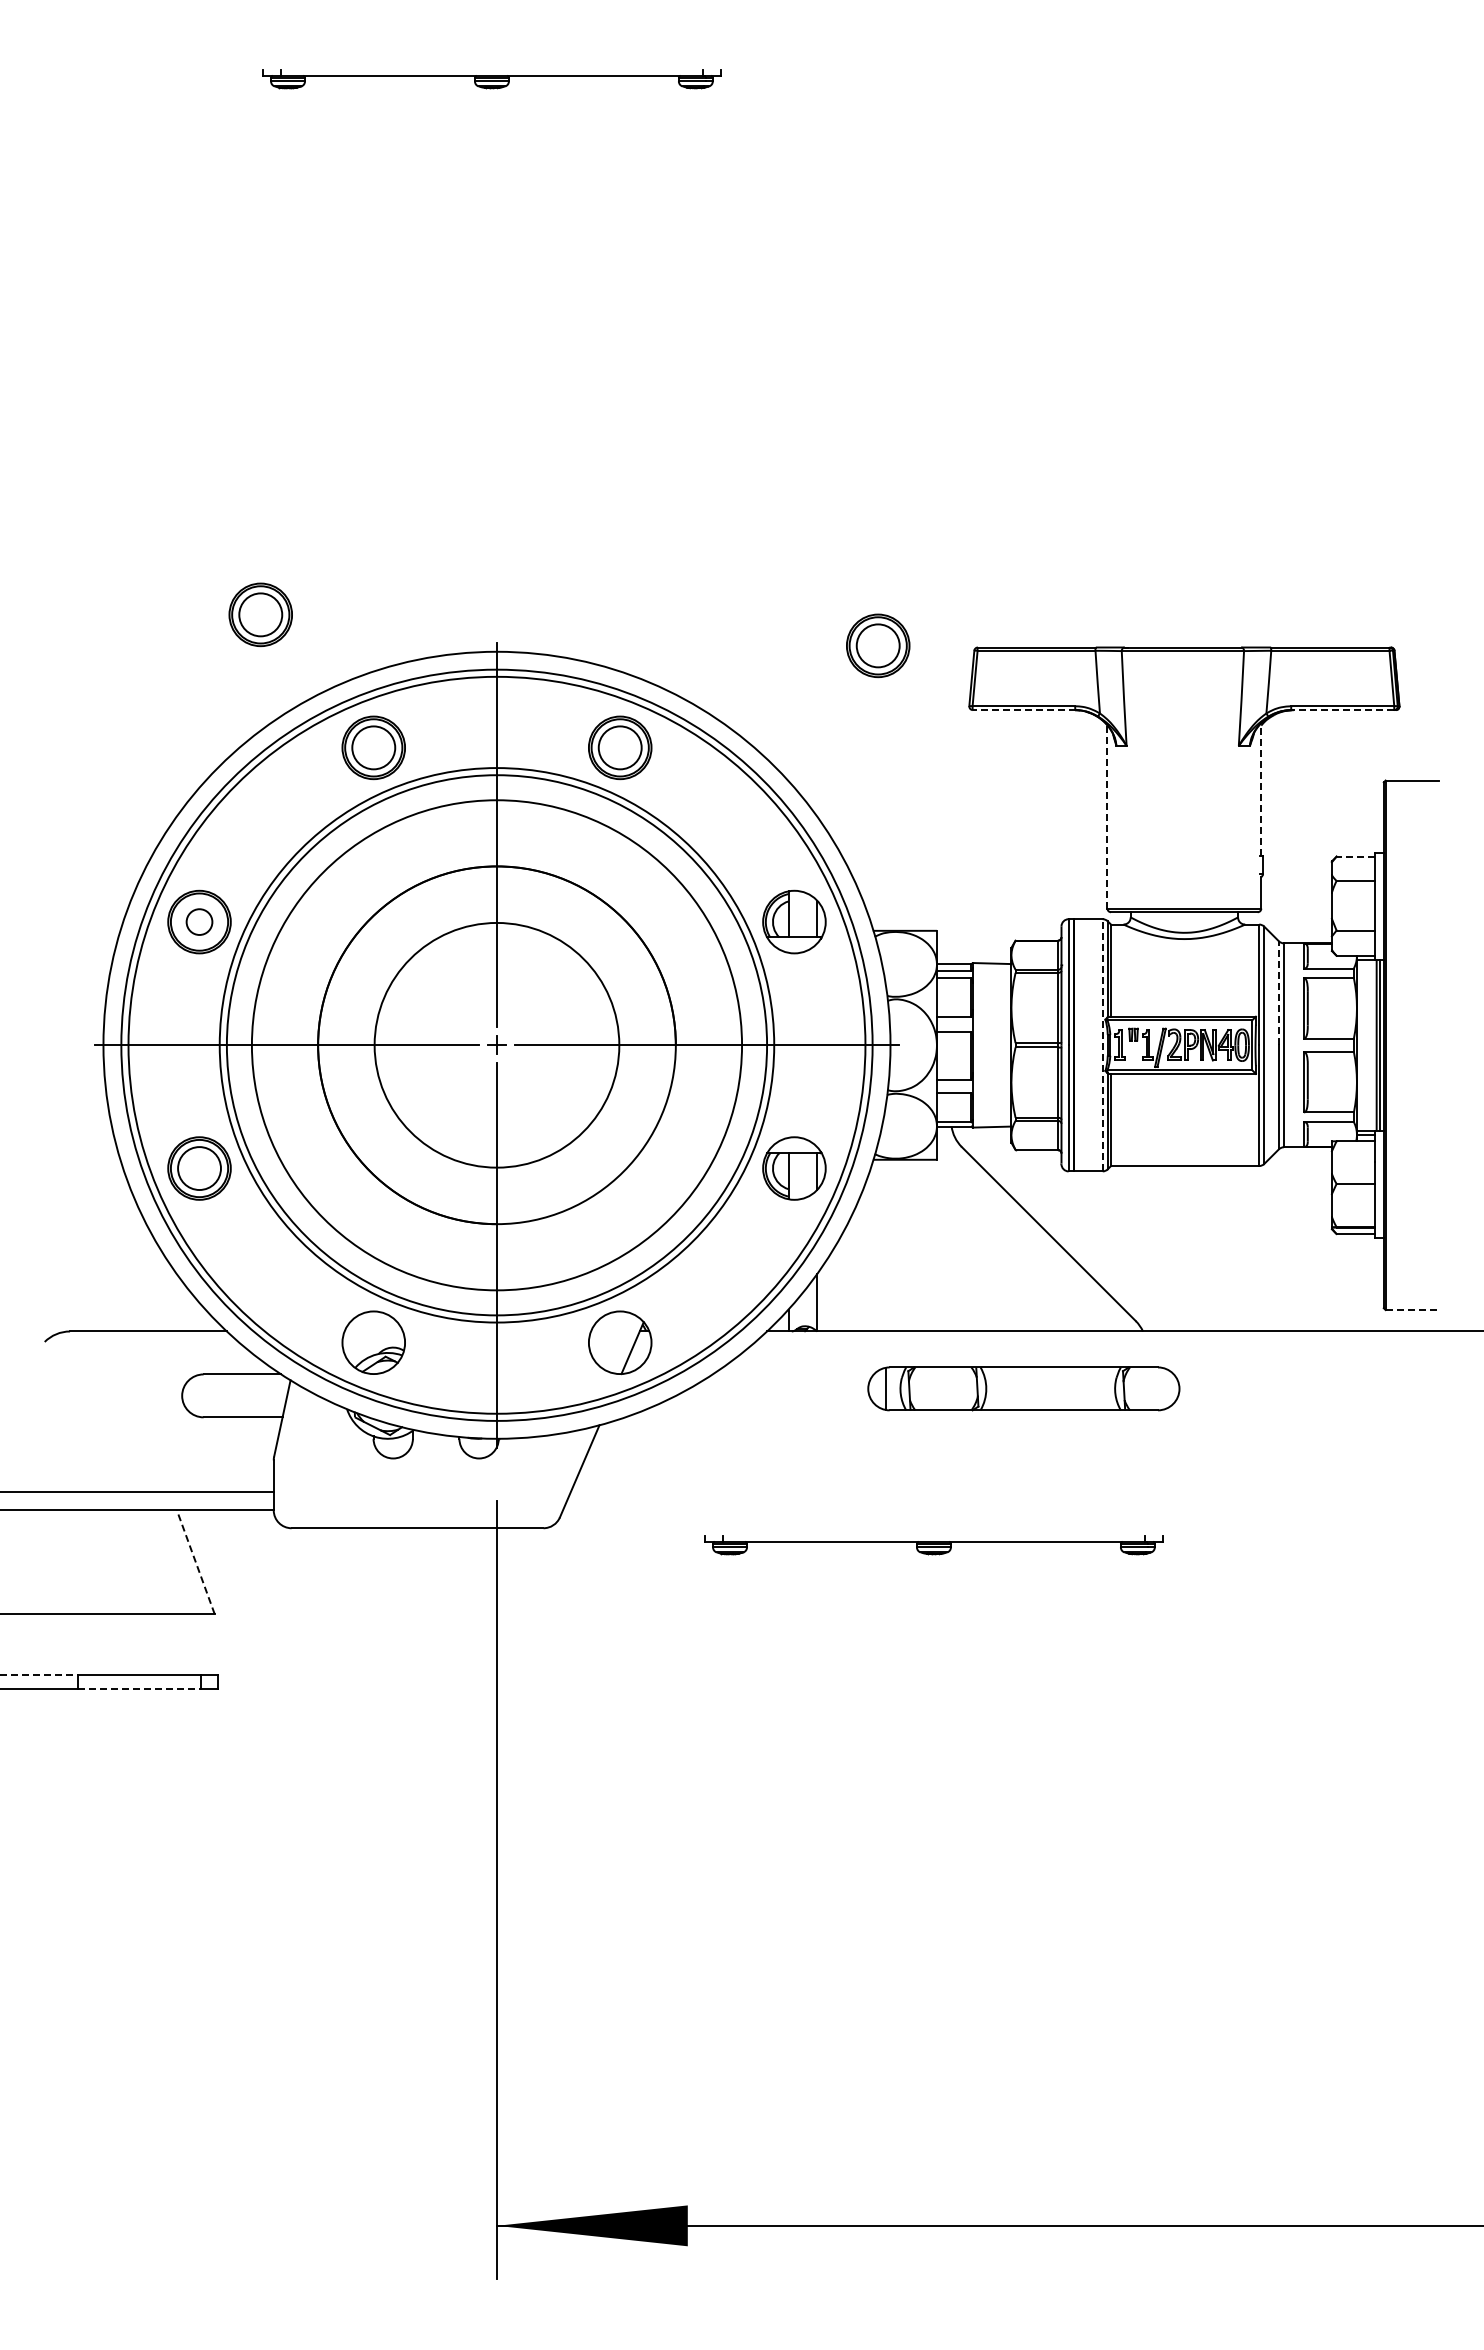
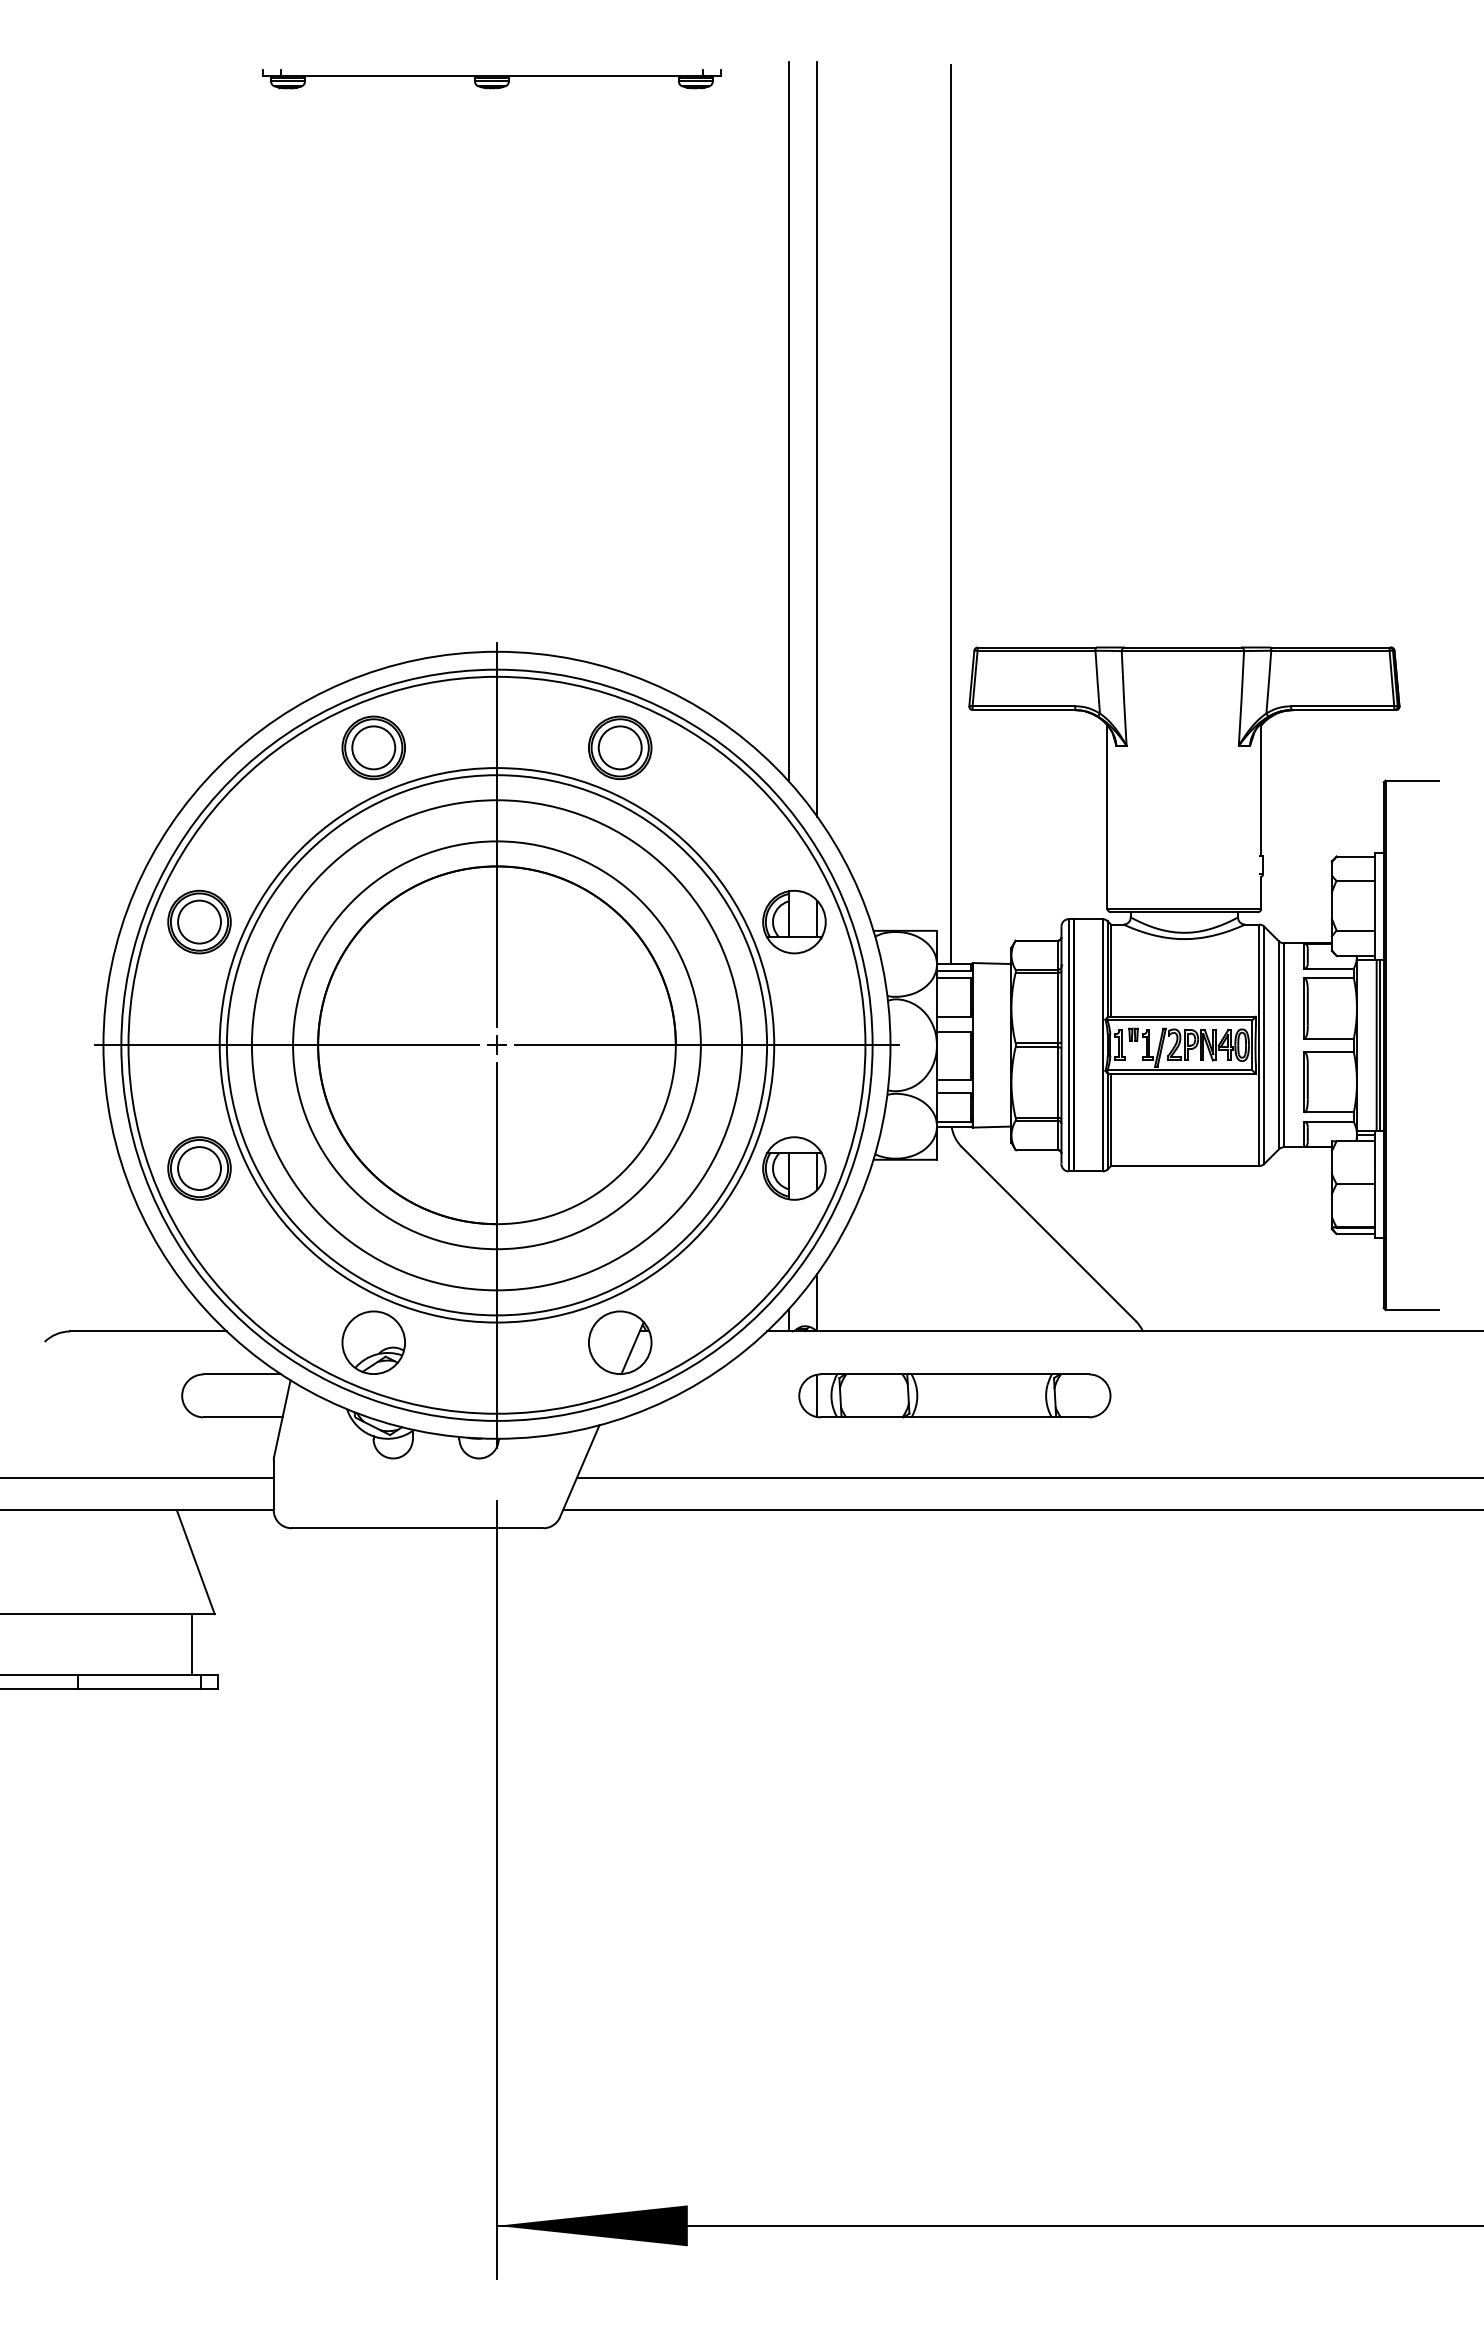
line at (788, 421): none -> present
line at (817, 438): none -> present
line at (951, 514): none -> present
part at (260, 614): present -> none
part at (878, 645): present -> none
line at (1023, 710): dashed -> solid
line at (1342, 710): dashed -> solid
line at (1261, 789): dashed -> solid
line at (1107, 817): dashed -> solid
line at (1355, 856): dashed -> solid
circle at (199, 921) diameter: 26 px -> 43 px
line at (1278, 992): dashed -> solid
circle at (496, 1044) diameter: 245 px -> 408 px
line at (1102, 1044): dashed -> solid
line at (1412, 1310): dashed -> solid
part at (1023, 1388) position: (1023, 1388) -> (954, 1395)
line at (1028, 1478): none -> present
line at (137, 1492) position: (137, 1492) -> (137, 1478)
line at (1021, 1510): none -> present
part at (933, 1545): present -> none
line at (195, 1561): dashed -> solid
line at (191, 1644): none -> present
line at (39, 1674): dashed -> solid
line at (140, 1689): dashed -> solid
